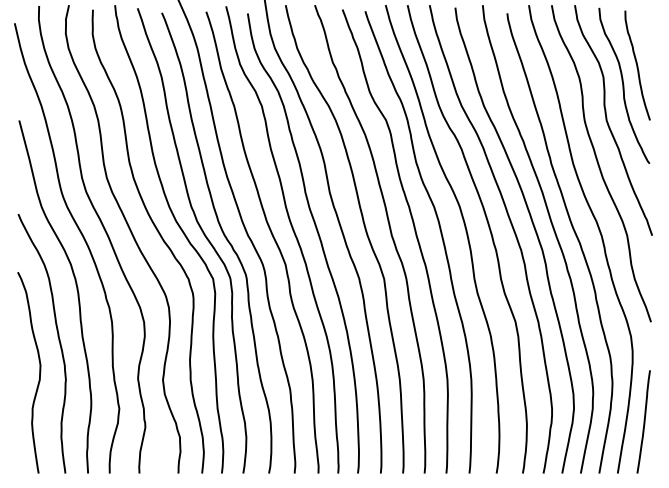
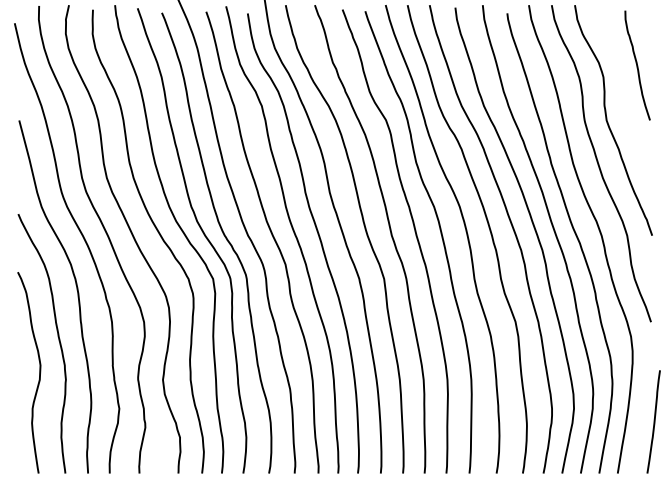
curve at (624, 85): present -> none
curve at (643, 421) position: (643, 421) -> (653, 421)
